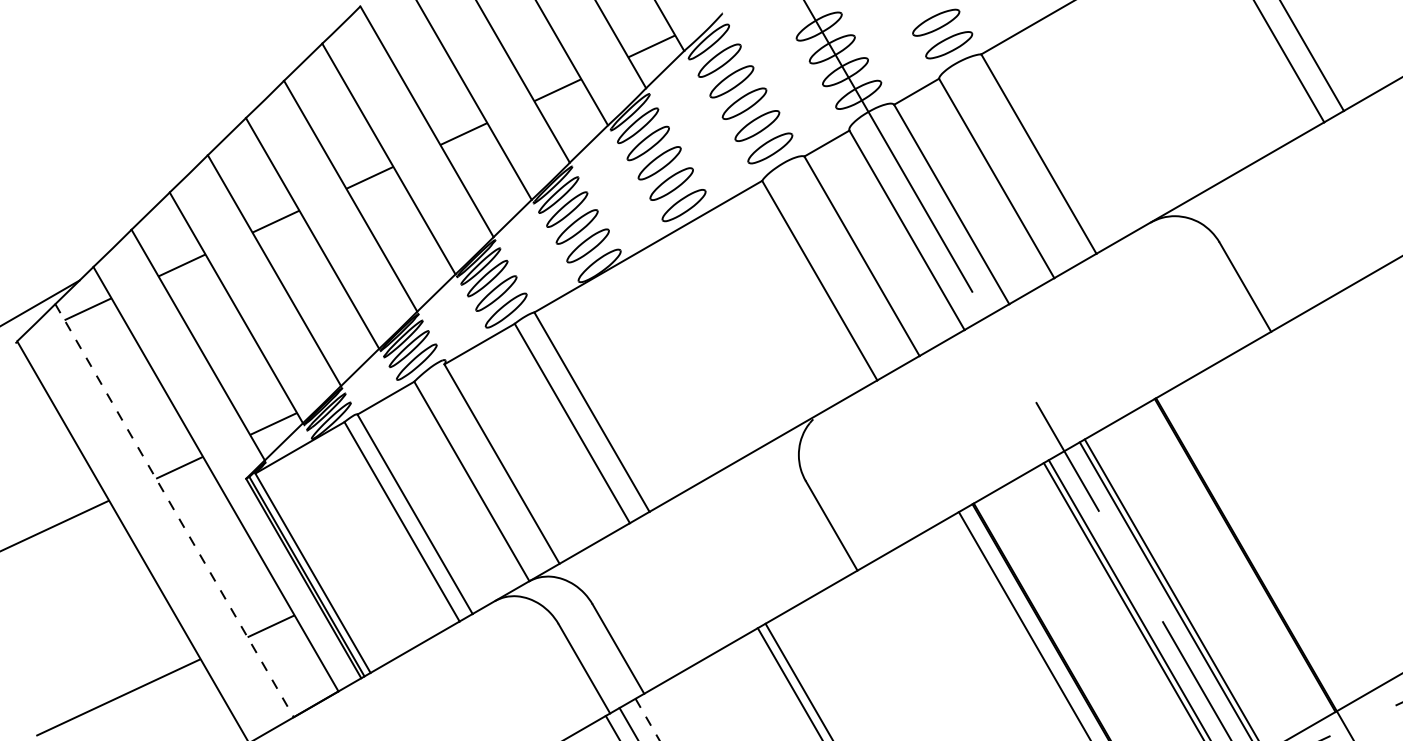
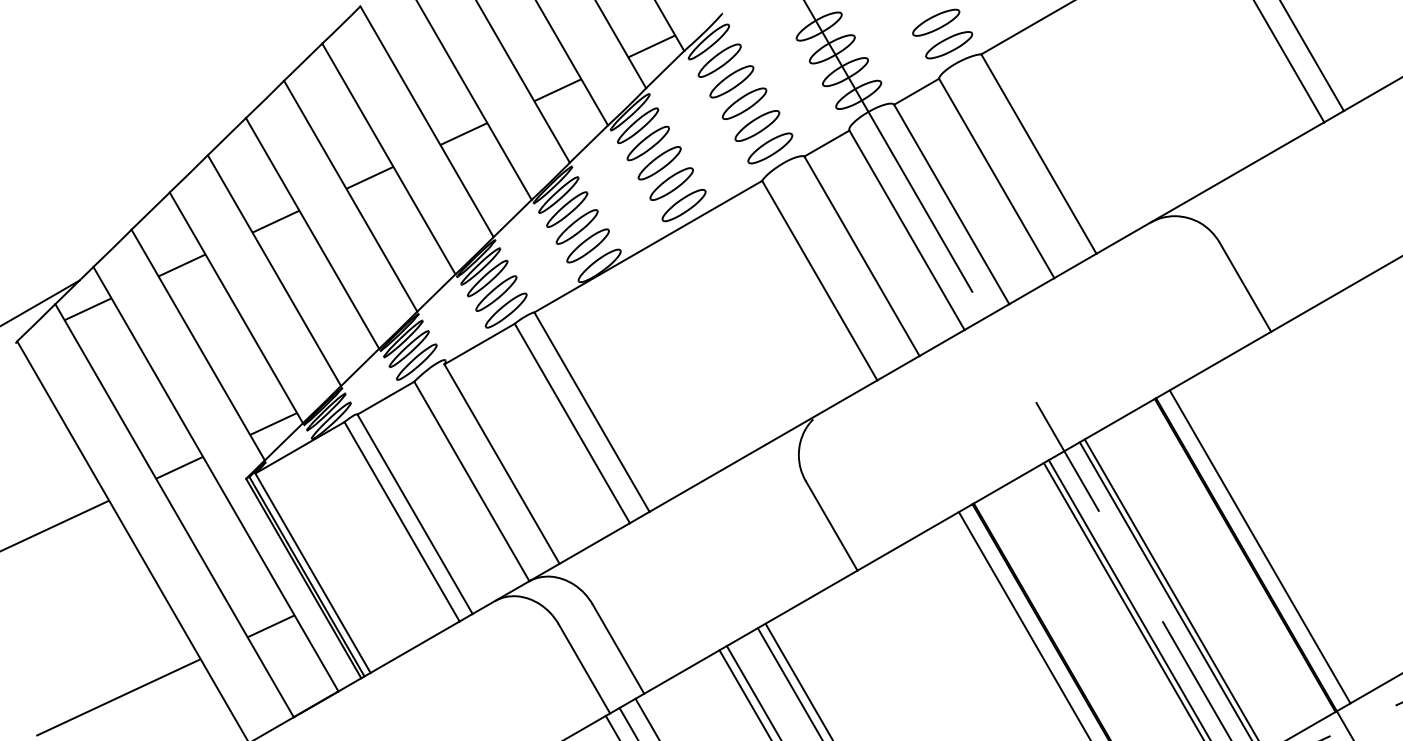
line at (174, 511): dashed -> solid
line at (1259, 546): none -> present
line at (752, 691): none -> present
line at (744, 693): none -> present
line at (647, 719): dashed -> solid
